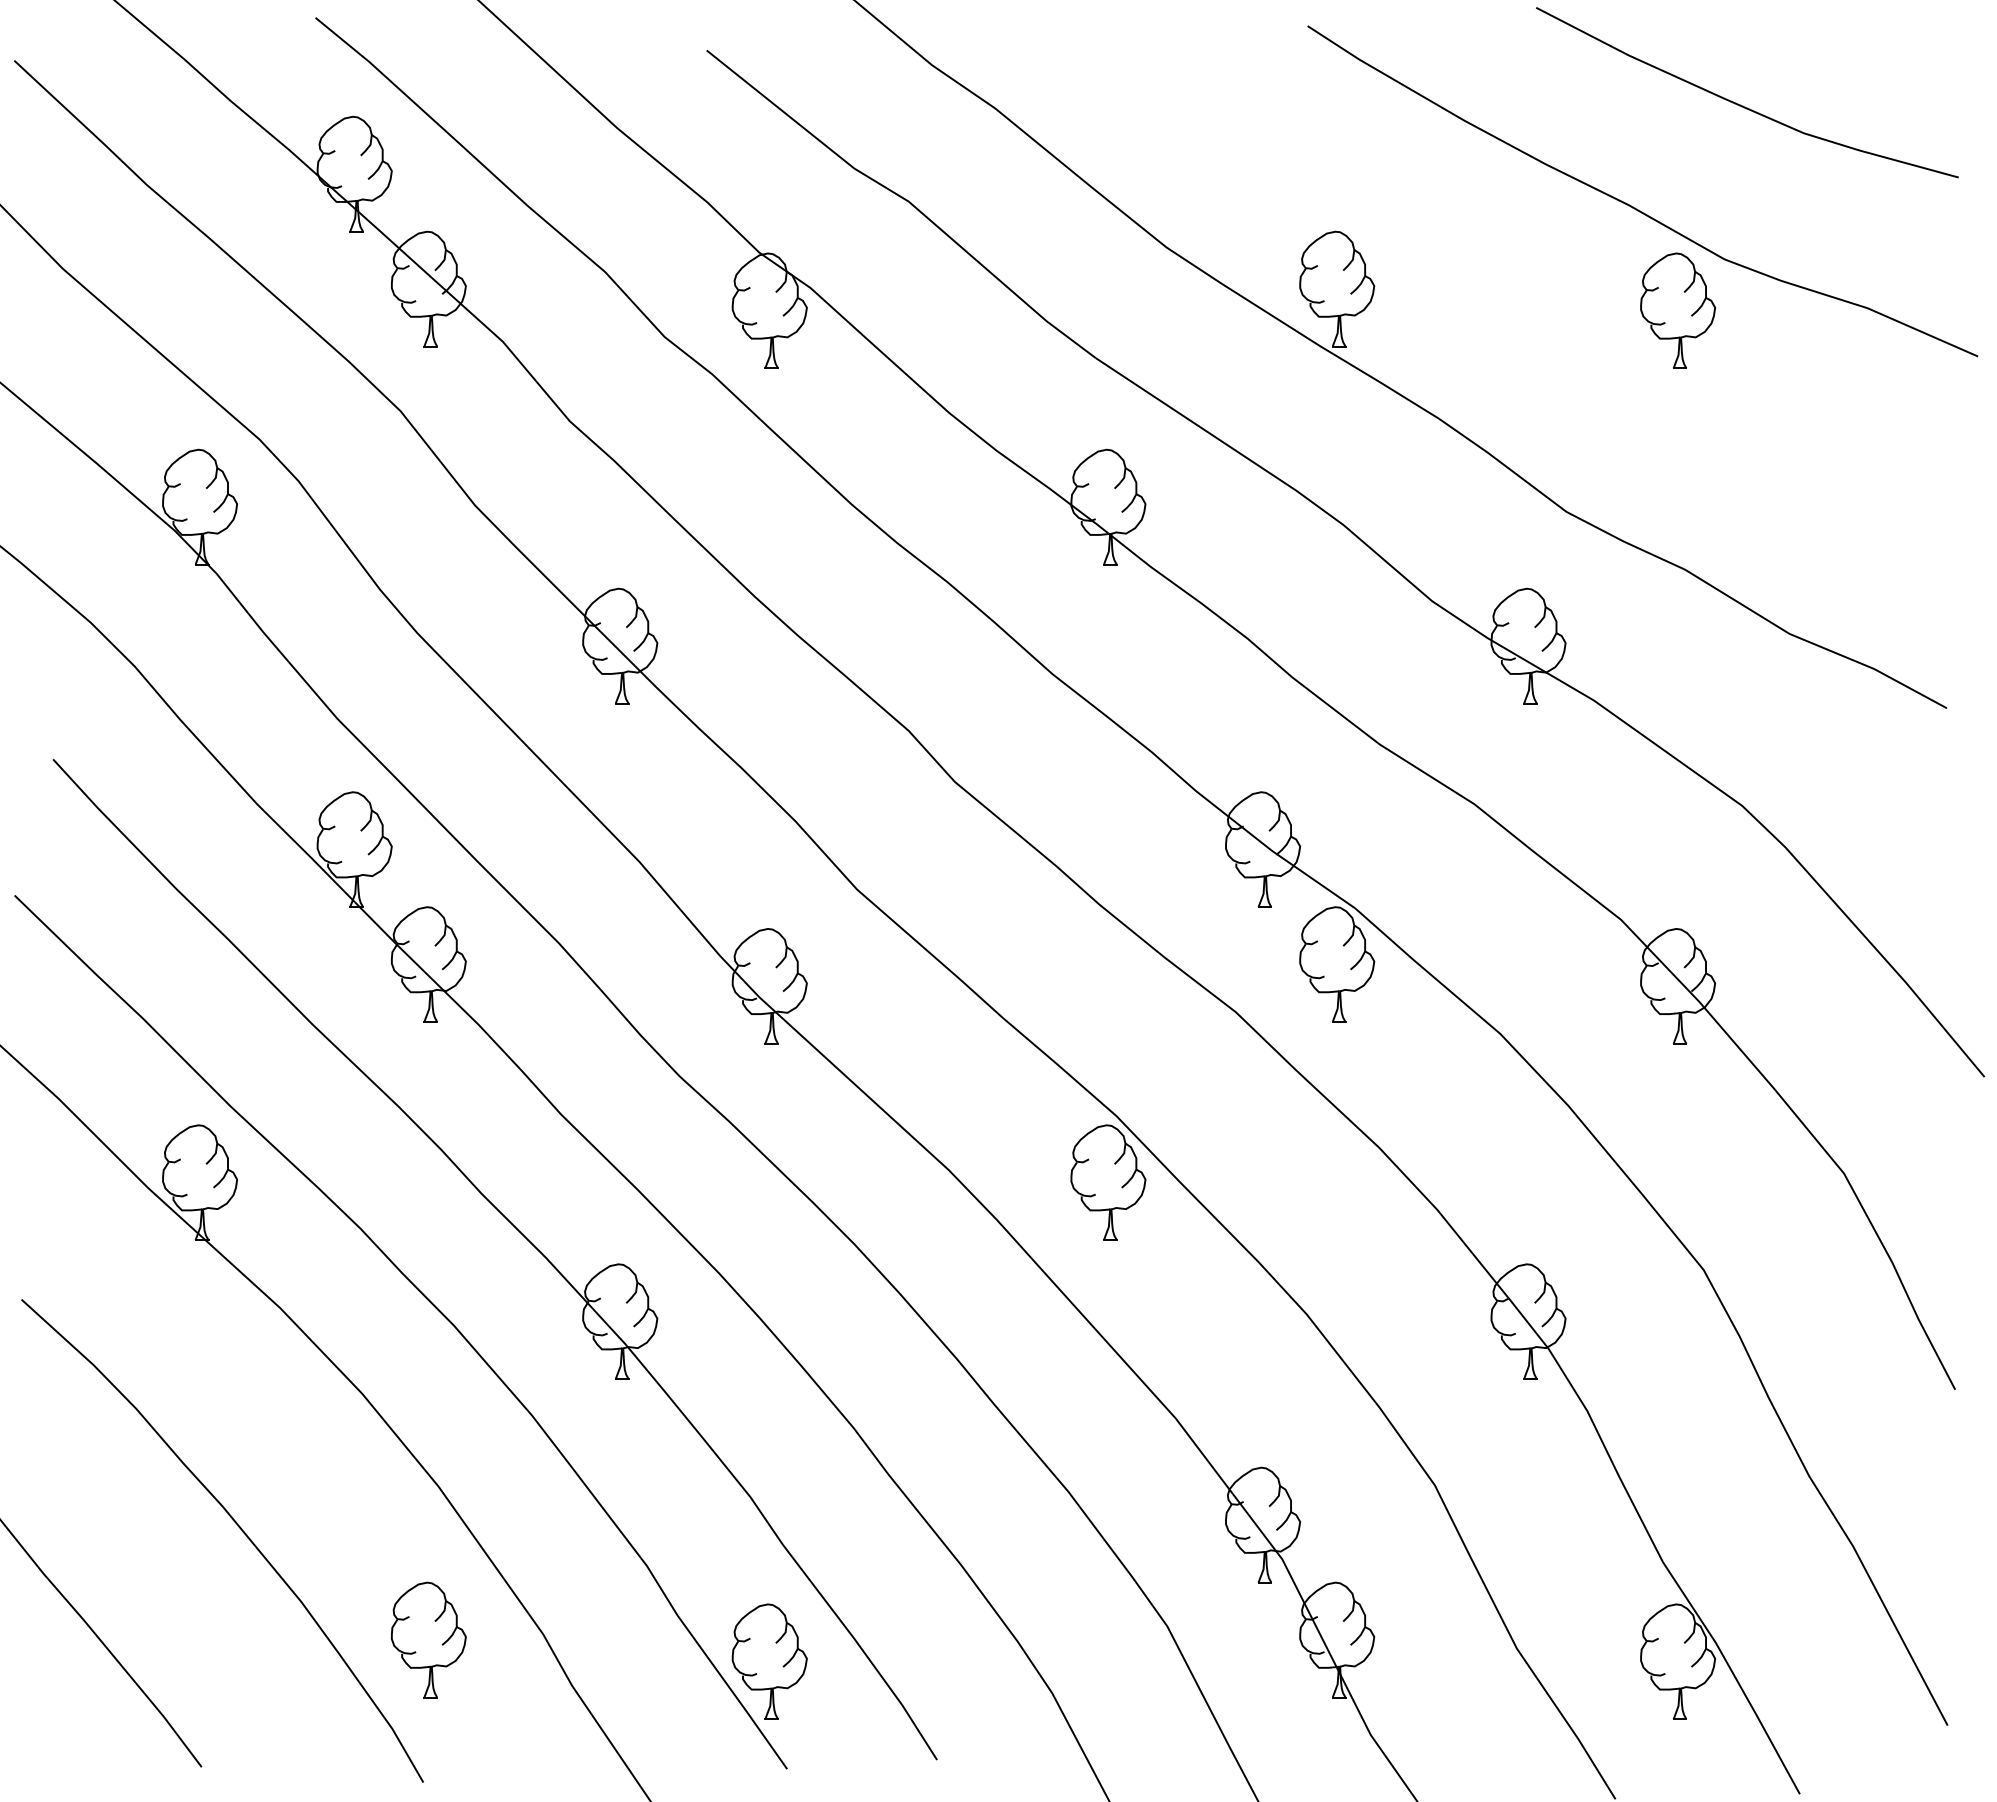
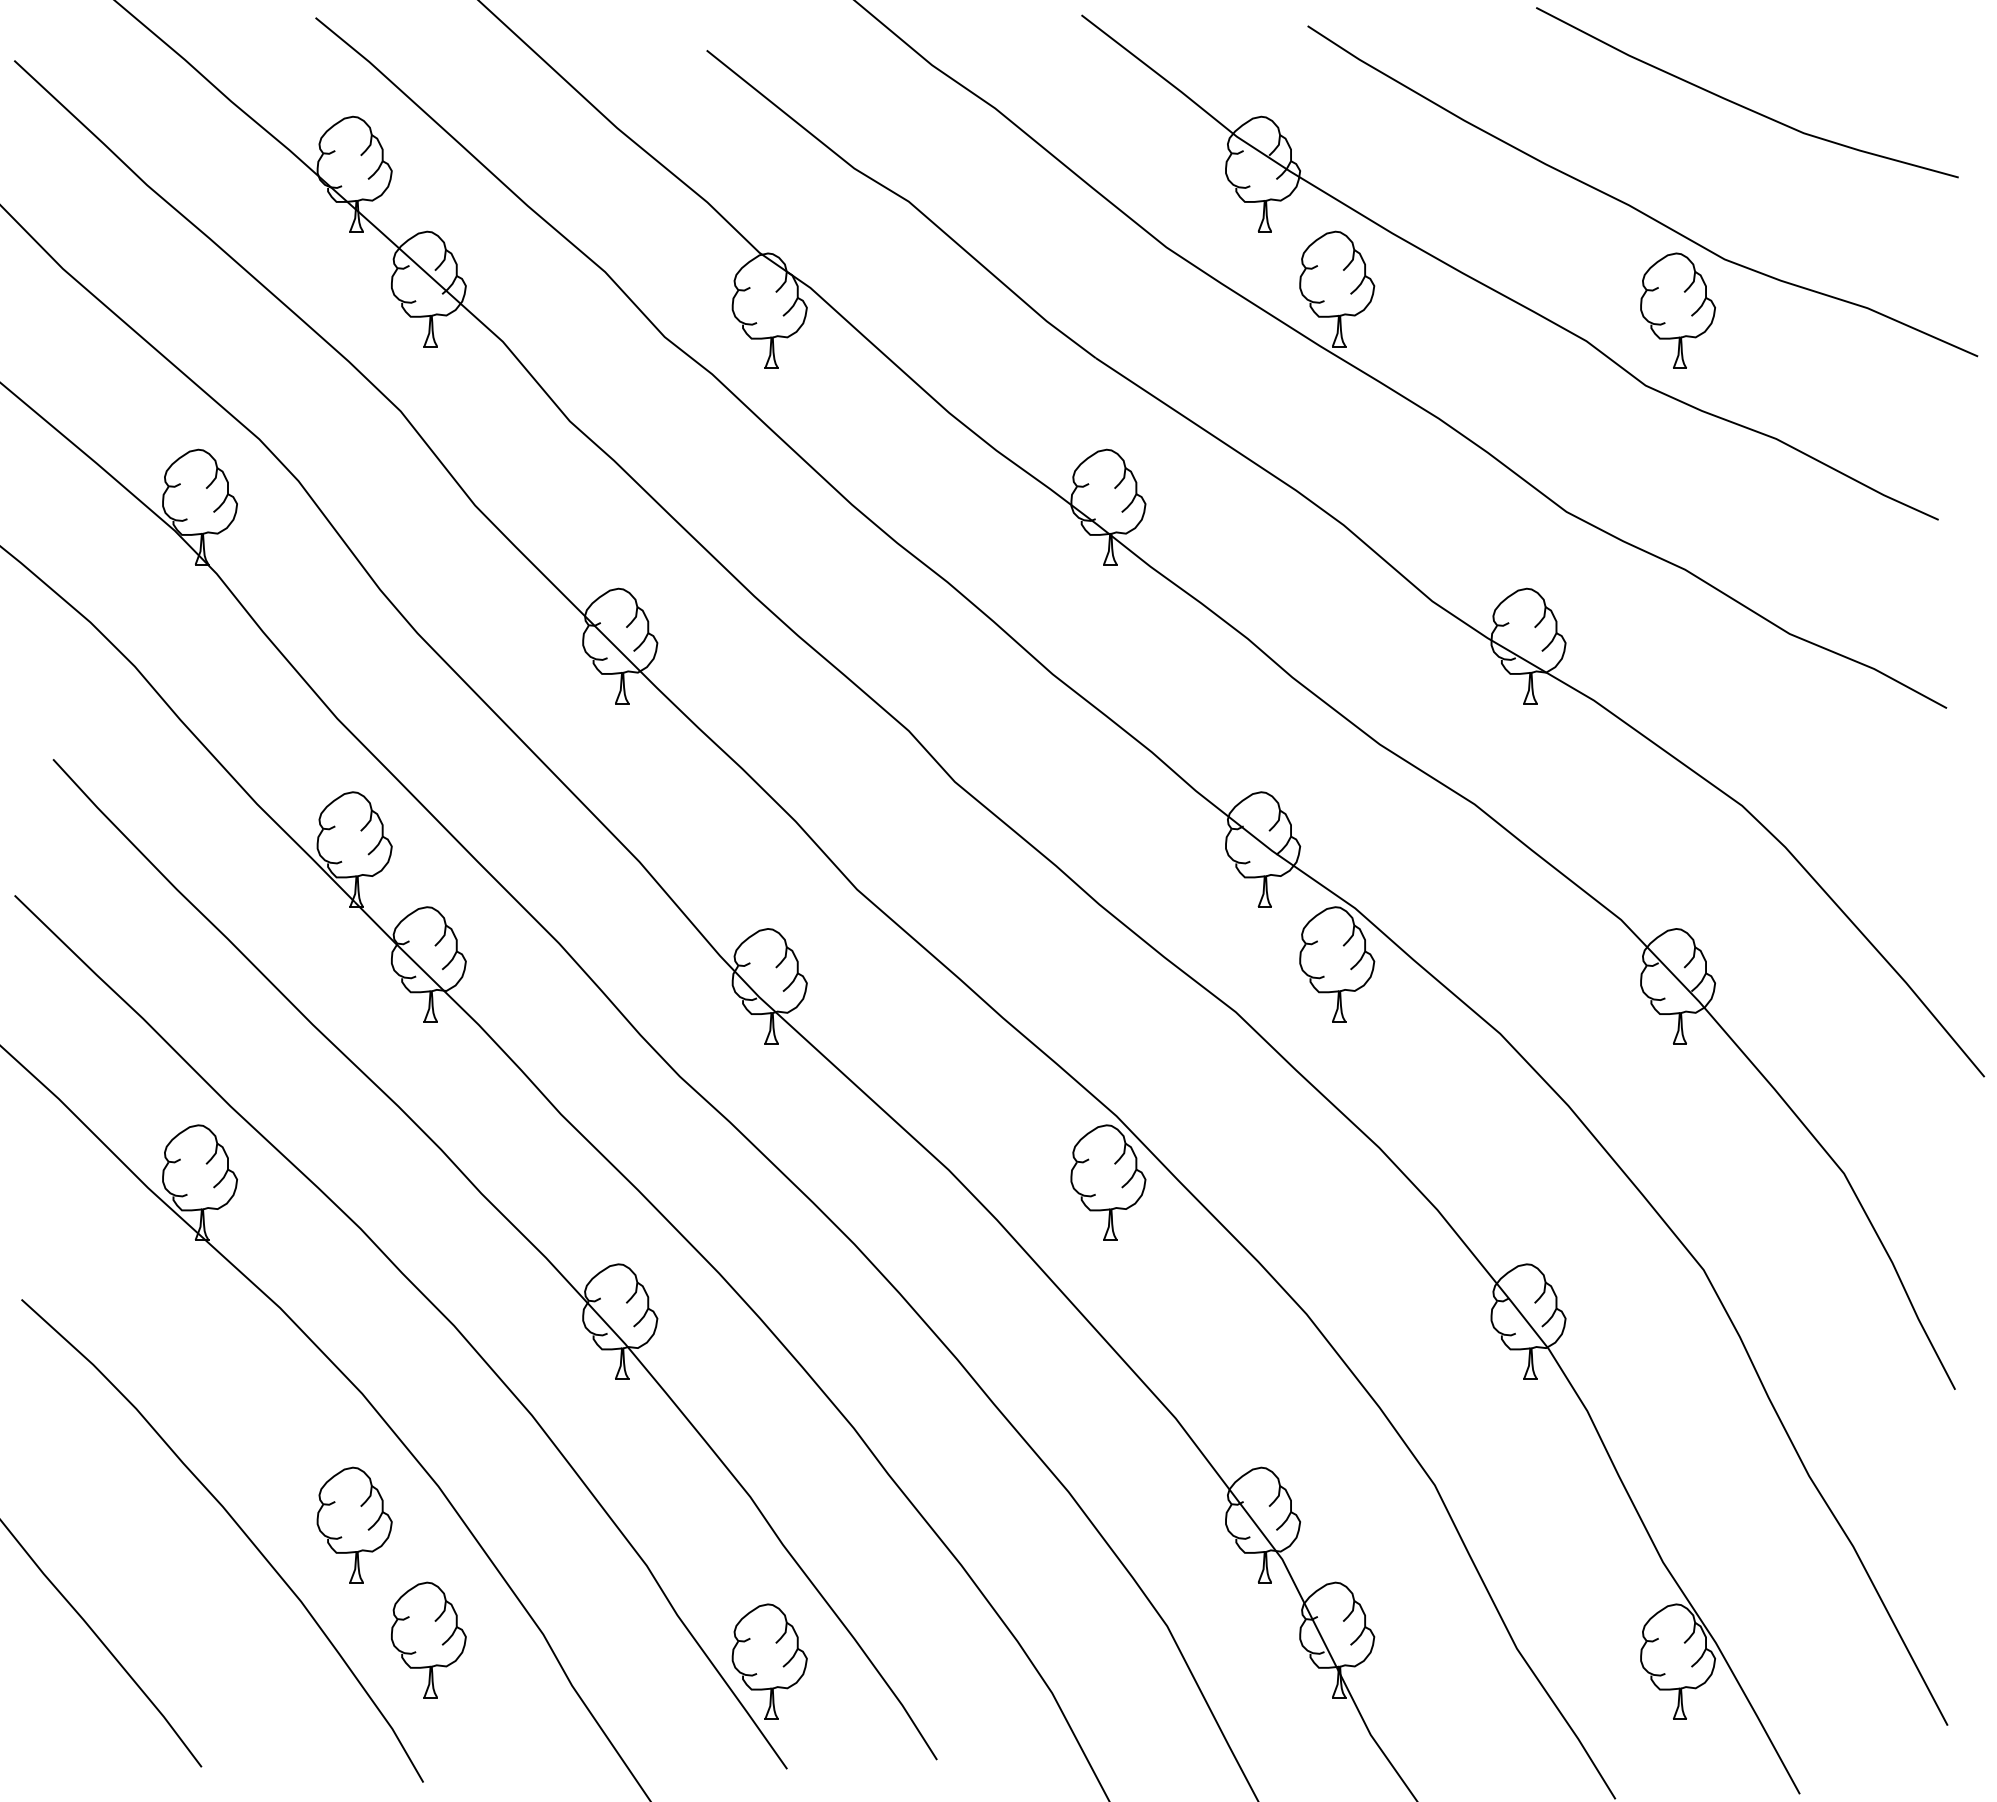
part at (1495, 289): none -> present
part at (354, 1524): none -> present
